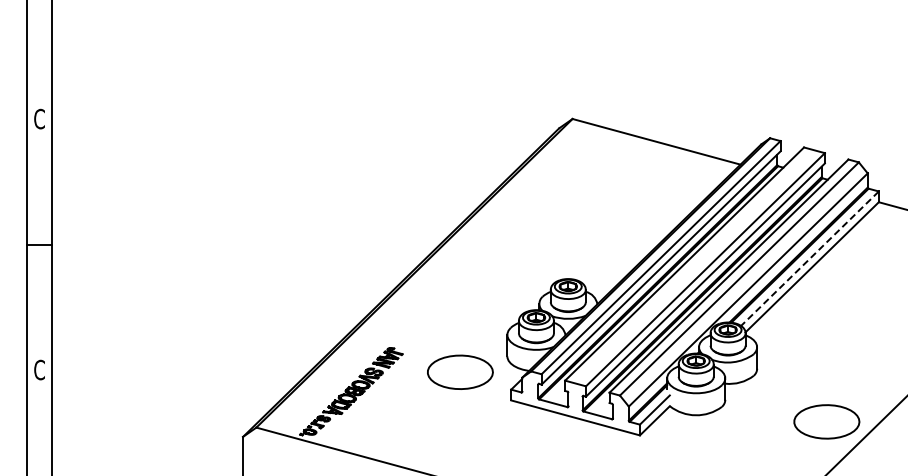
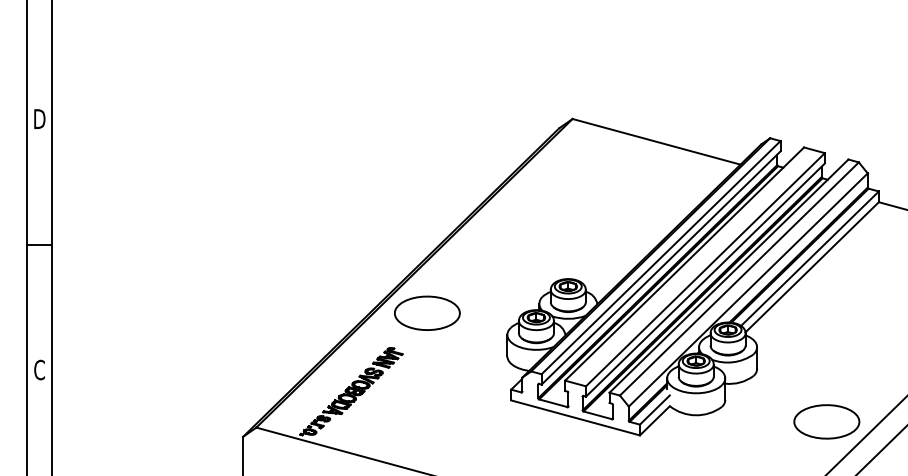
text at (39, 118): C -> D
line at (809, 259): dashed -> solid
part at (460, 371) position: (460, 371) -> (427, 312)
line at (881, 449): none -> present
